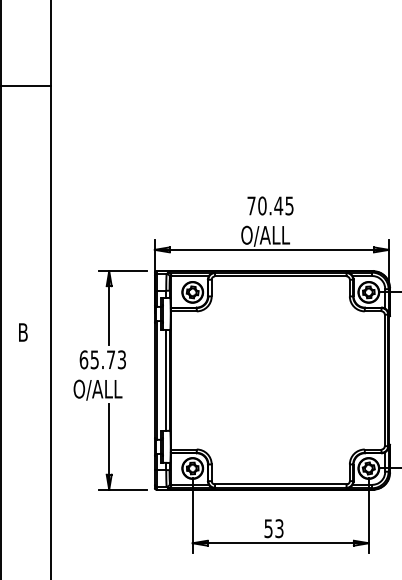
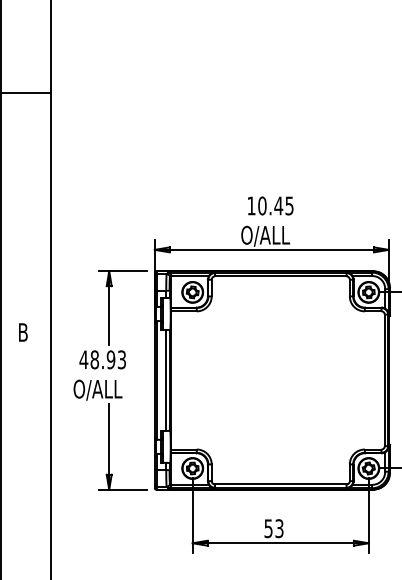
line at (26, 85) position: (26, 85) -> (26, 92)
text at (251, 205): 70.45 -> 10.45
text at (97, 359): 65.73 -> 48.93
